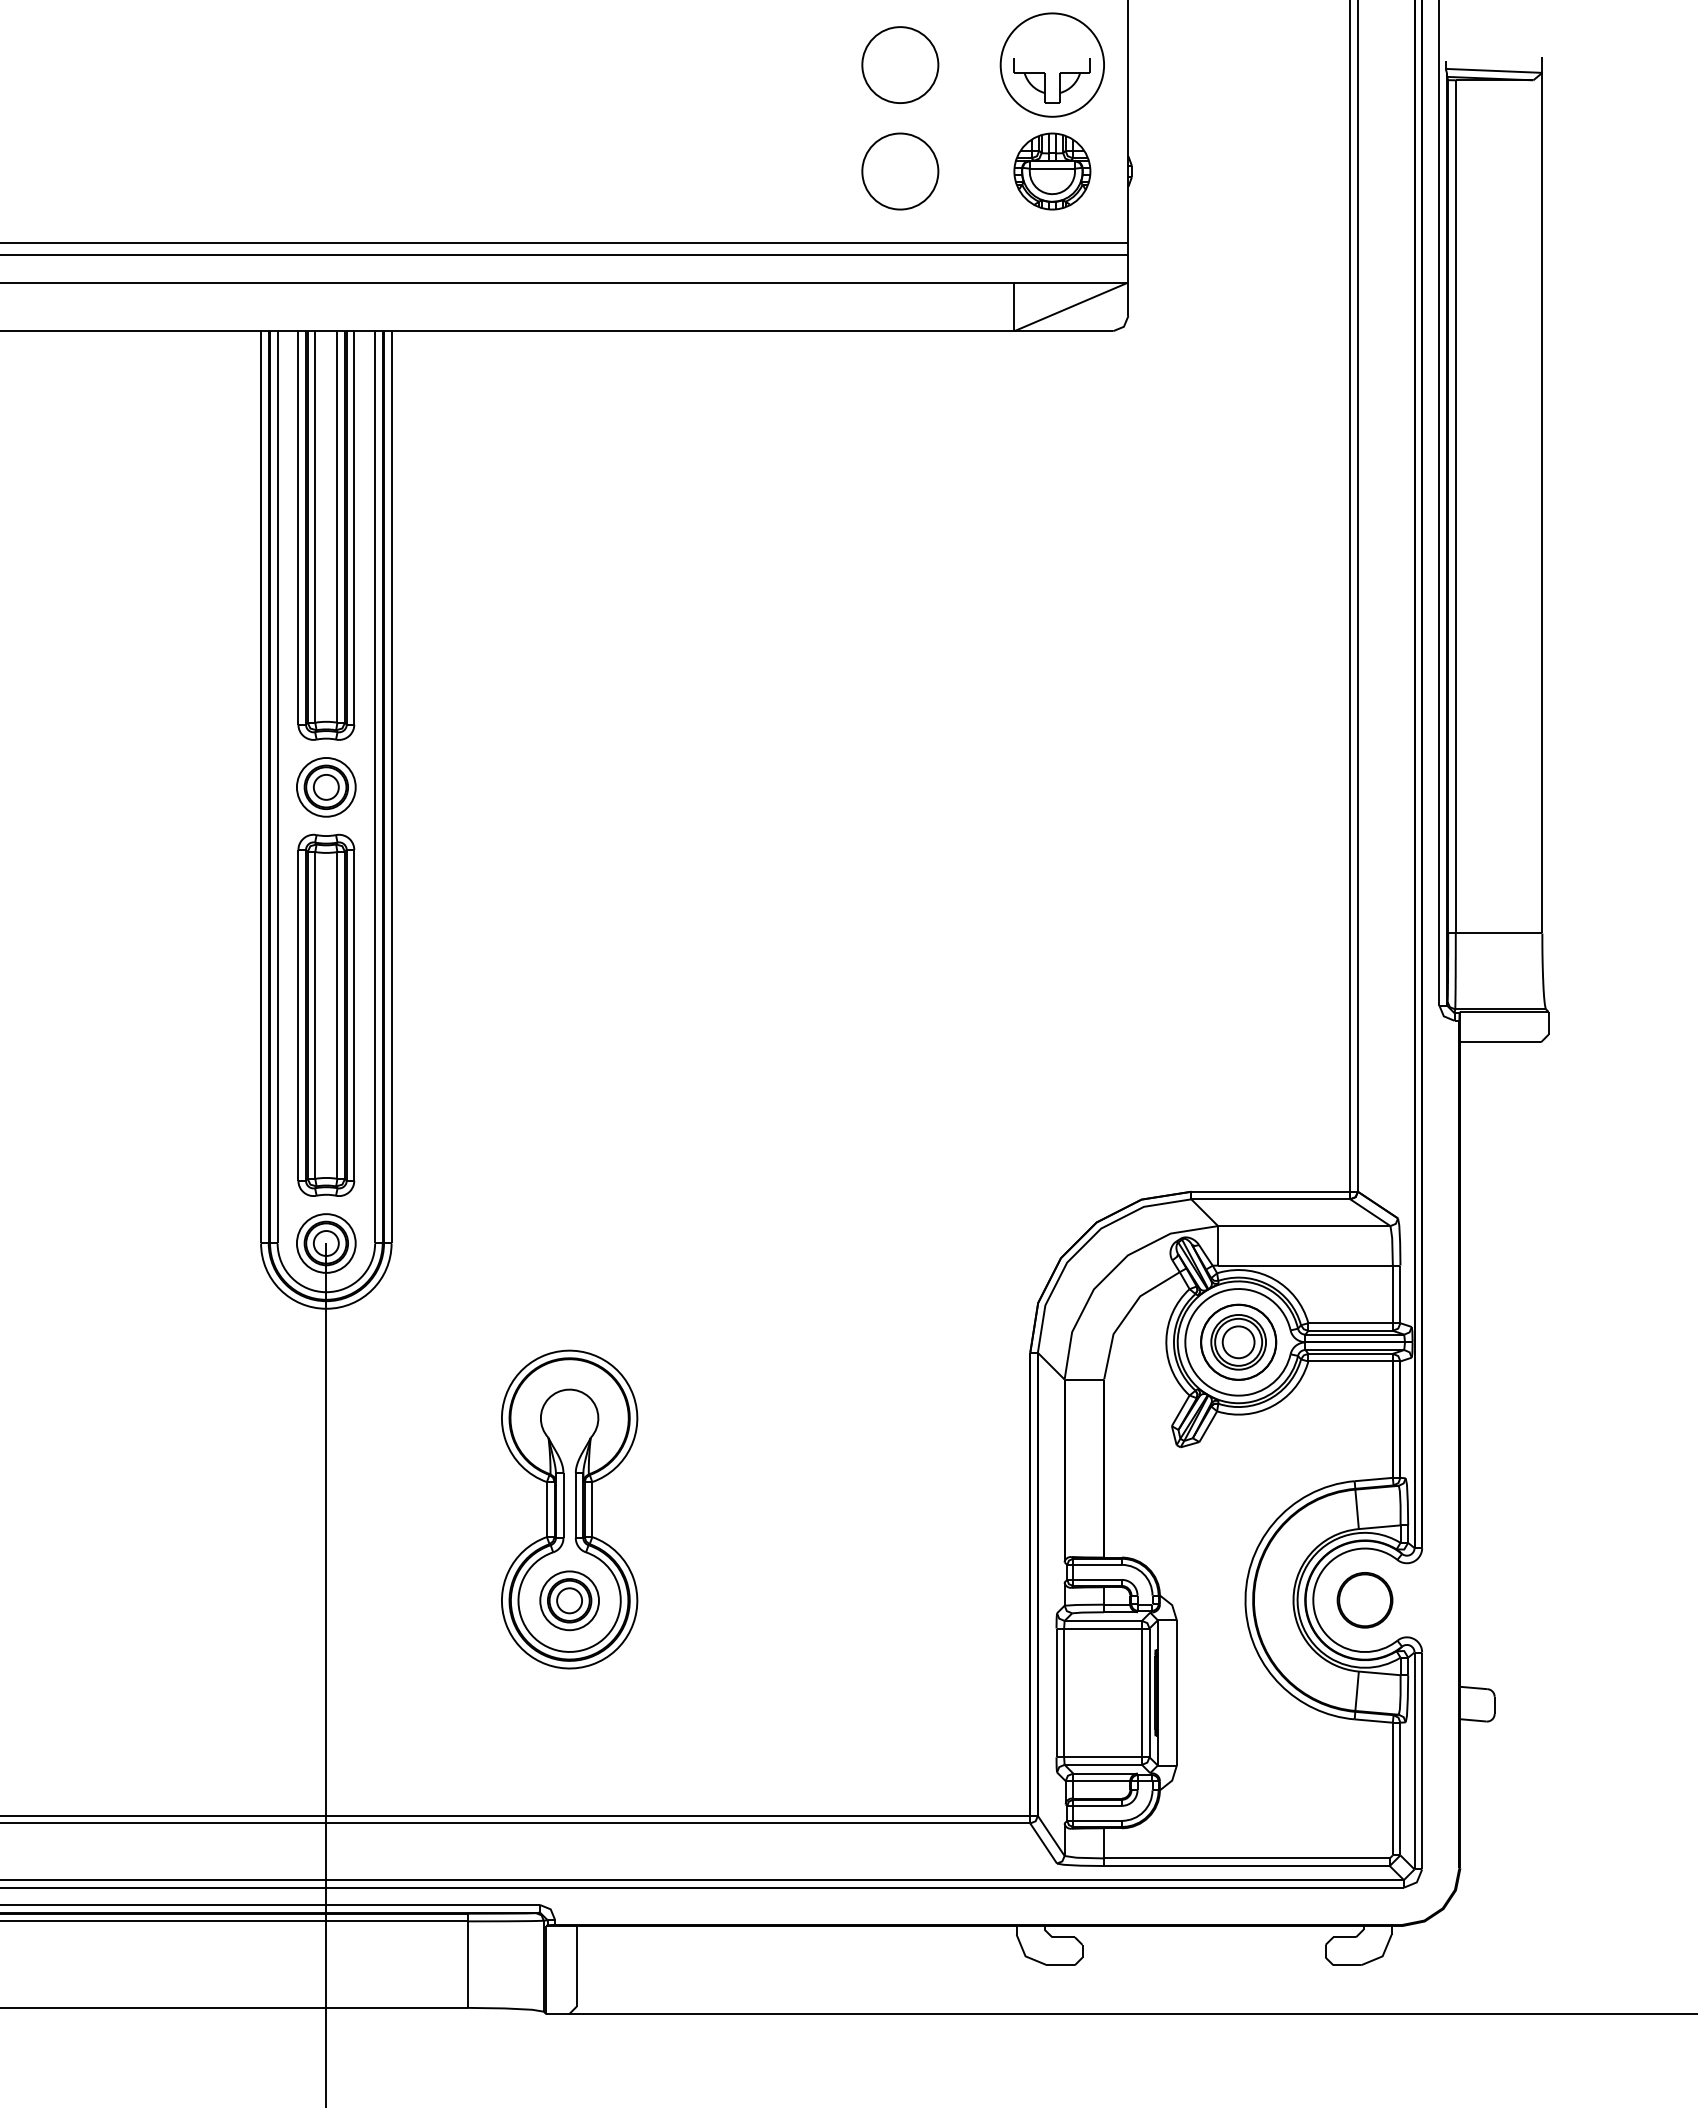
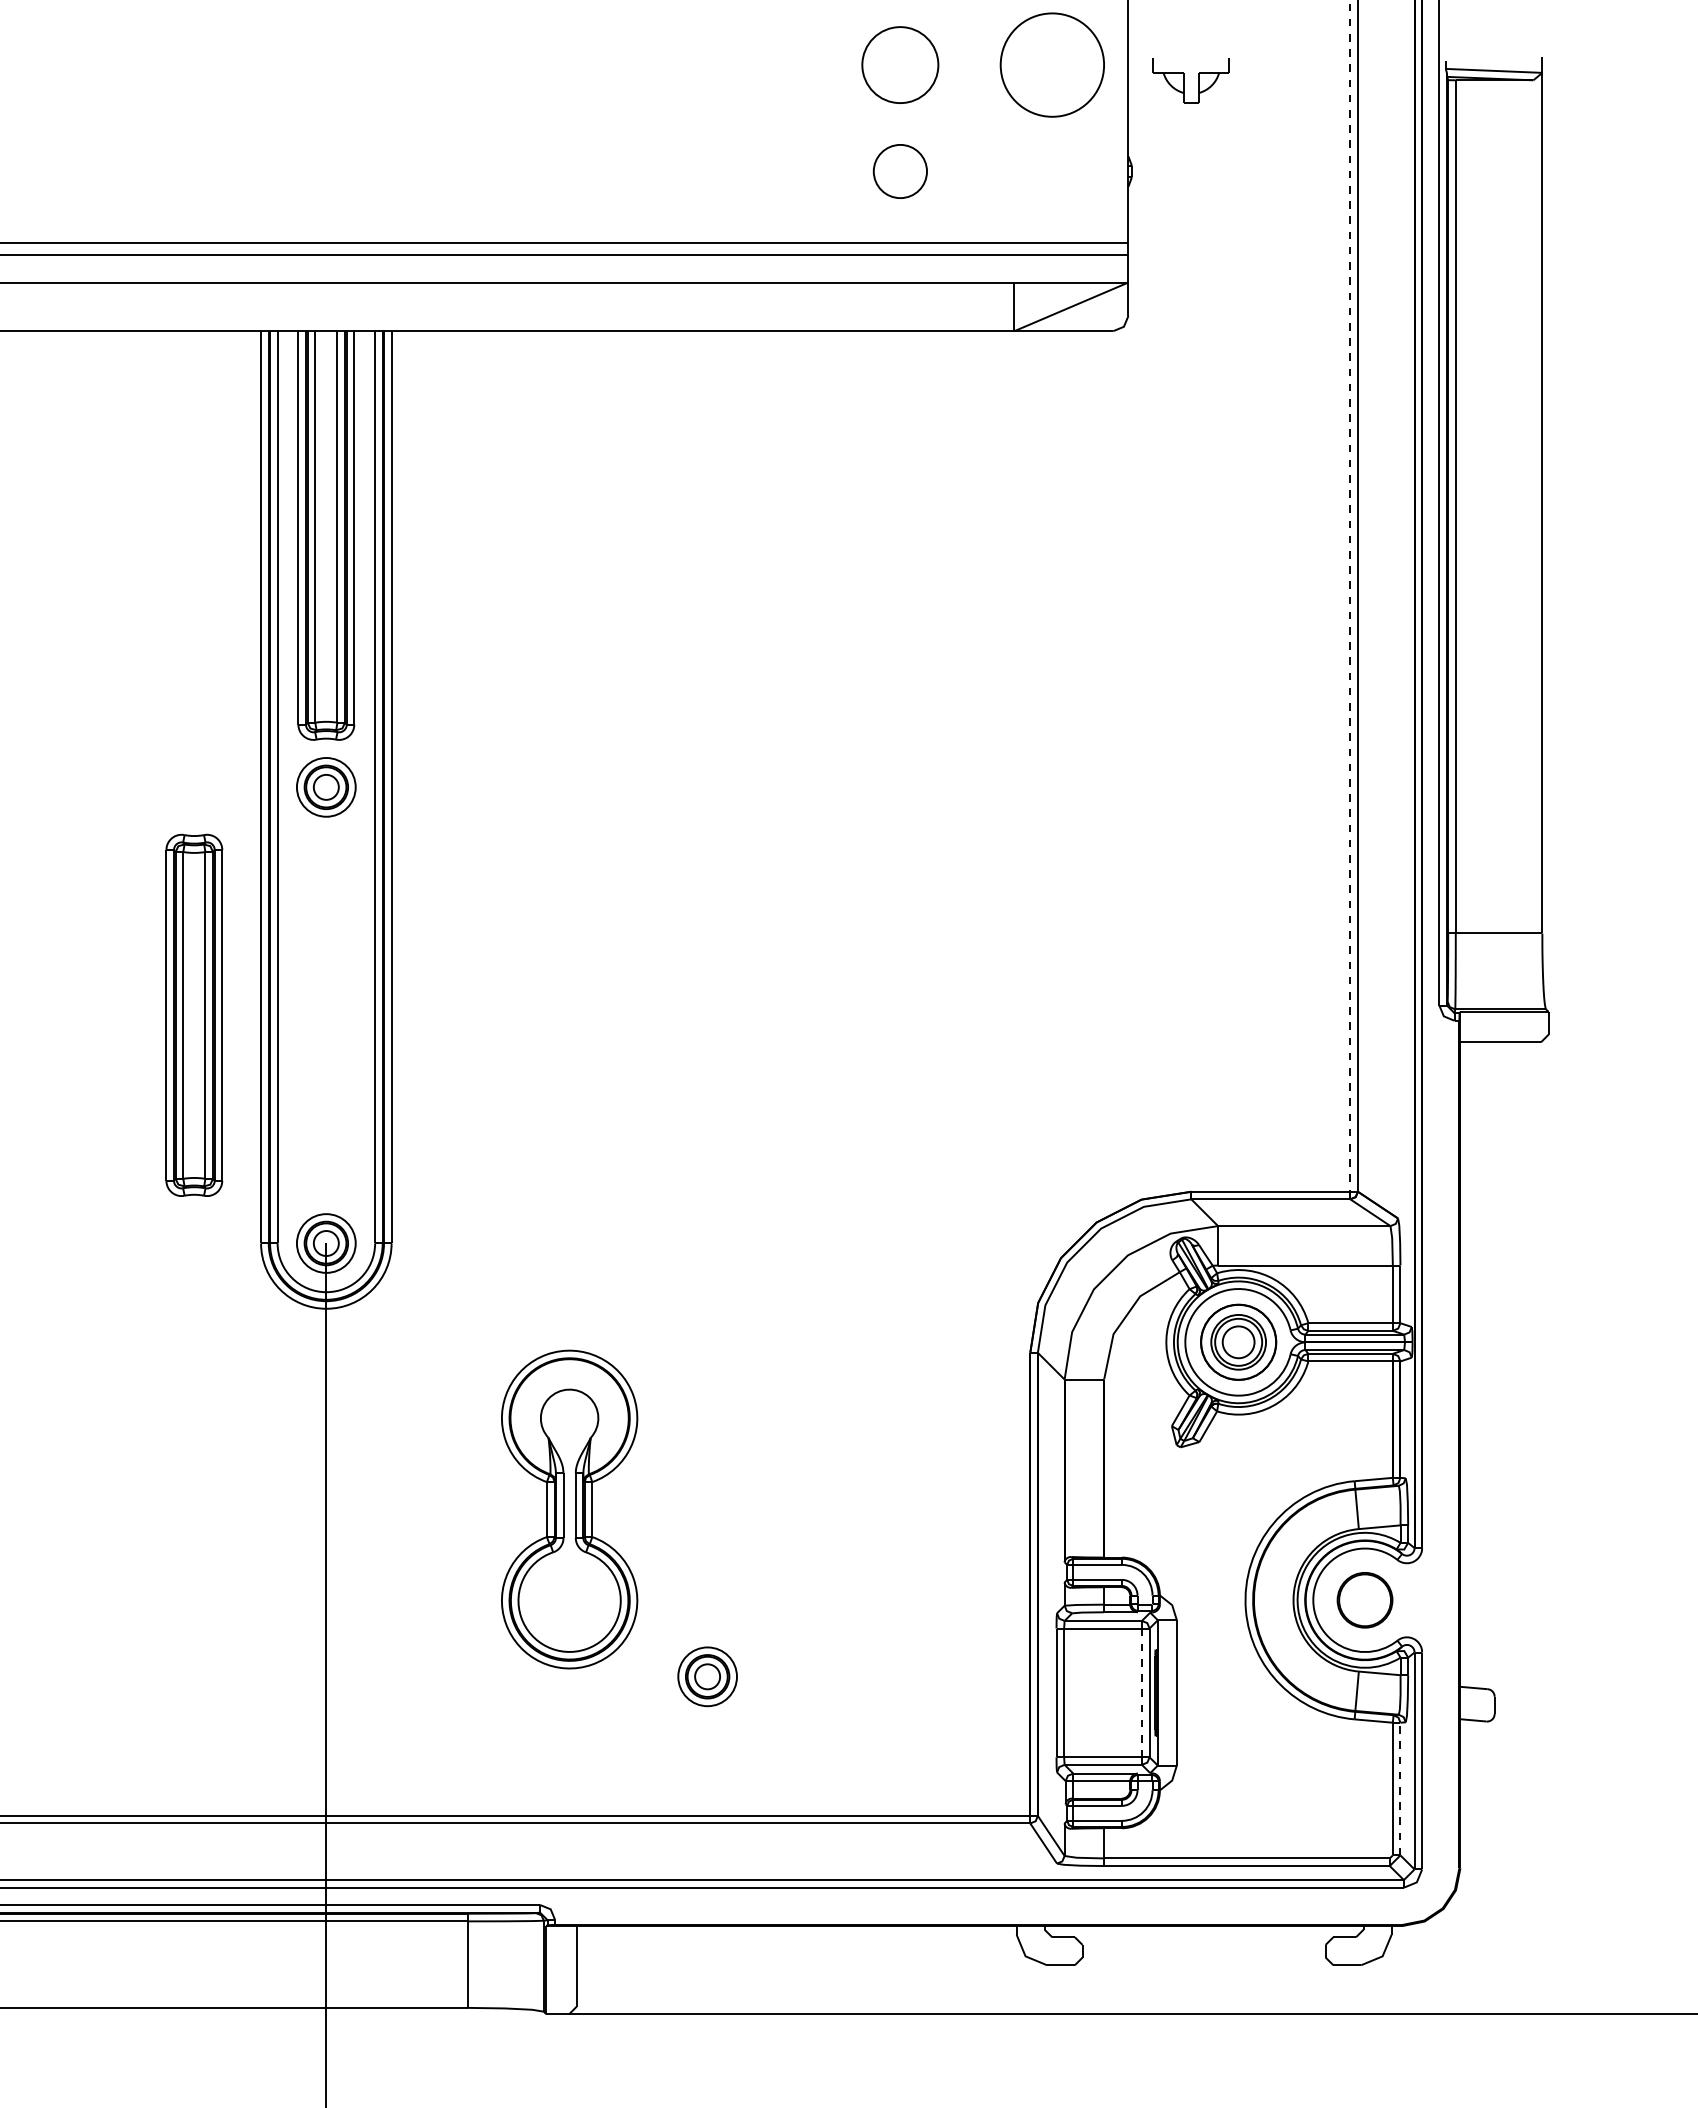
part at (1051, 80) position: (1051, 80) -> (1190, 80)
part at (900, 171) size: 79x79 px -> 56x55 px
part at (1052, 171): present -> none
line at (1350, 595): solid -> dashed
part at (326, 1014) position: (326, 1014) -> (194, 1014)
part at (569, 1600) position: (569, 1600) -> (707, 1676)
line at (1141, 1693): solid -> dashed
line at (1400, 1788): solid -> dashed
